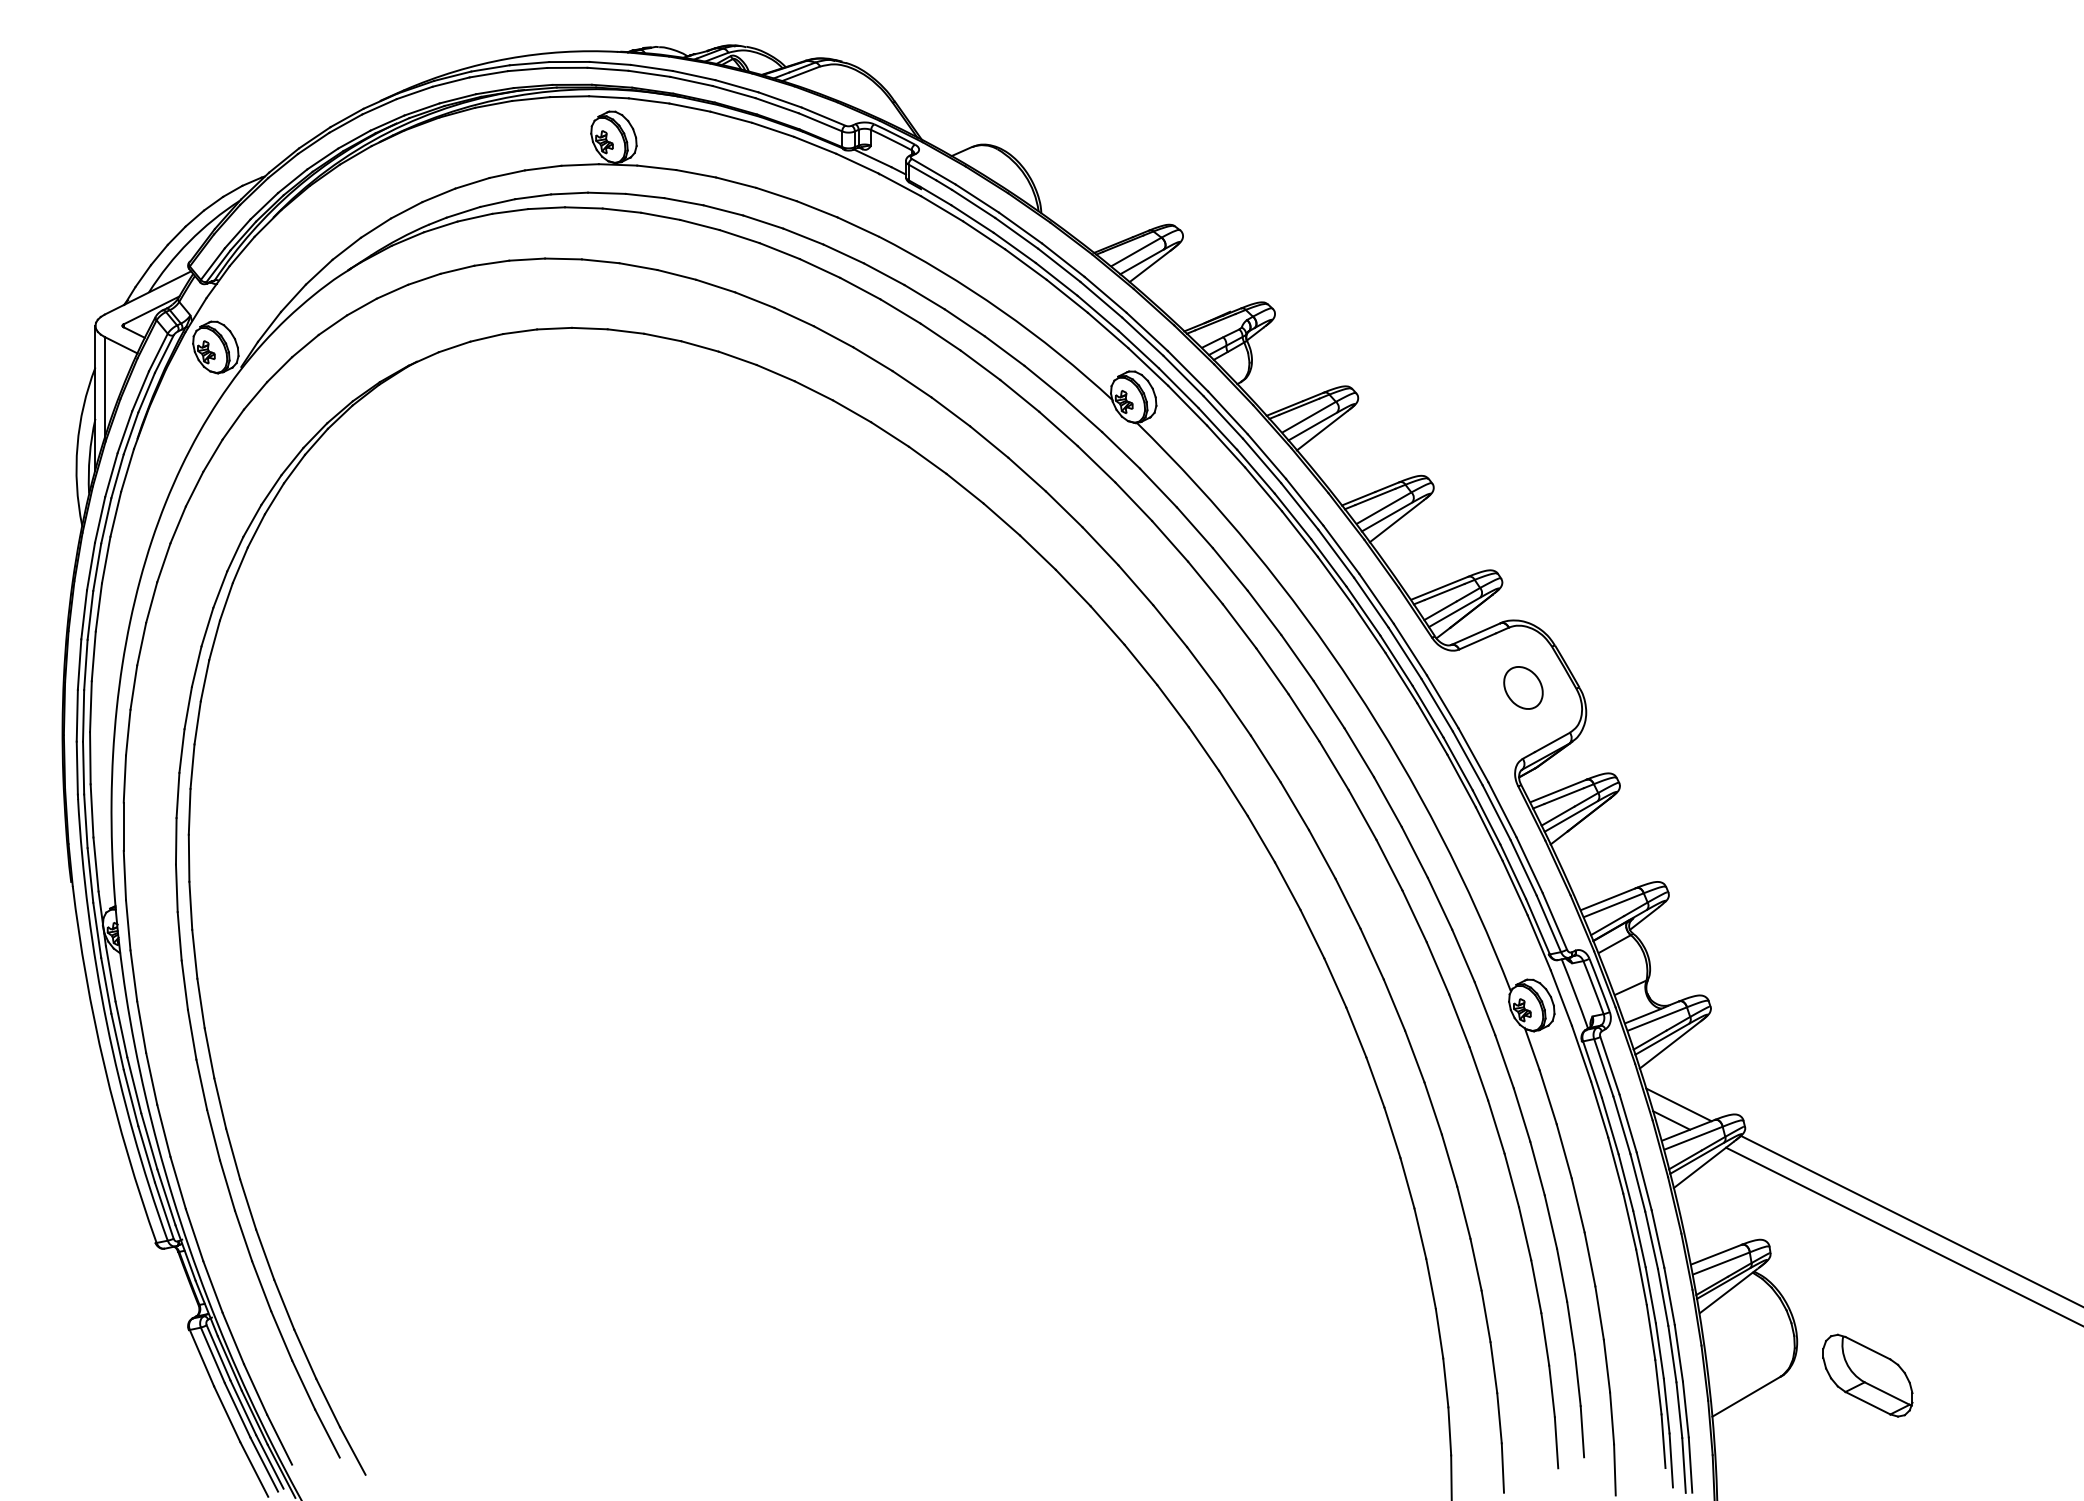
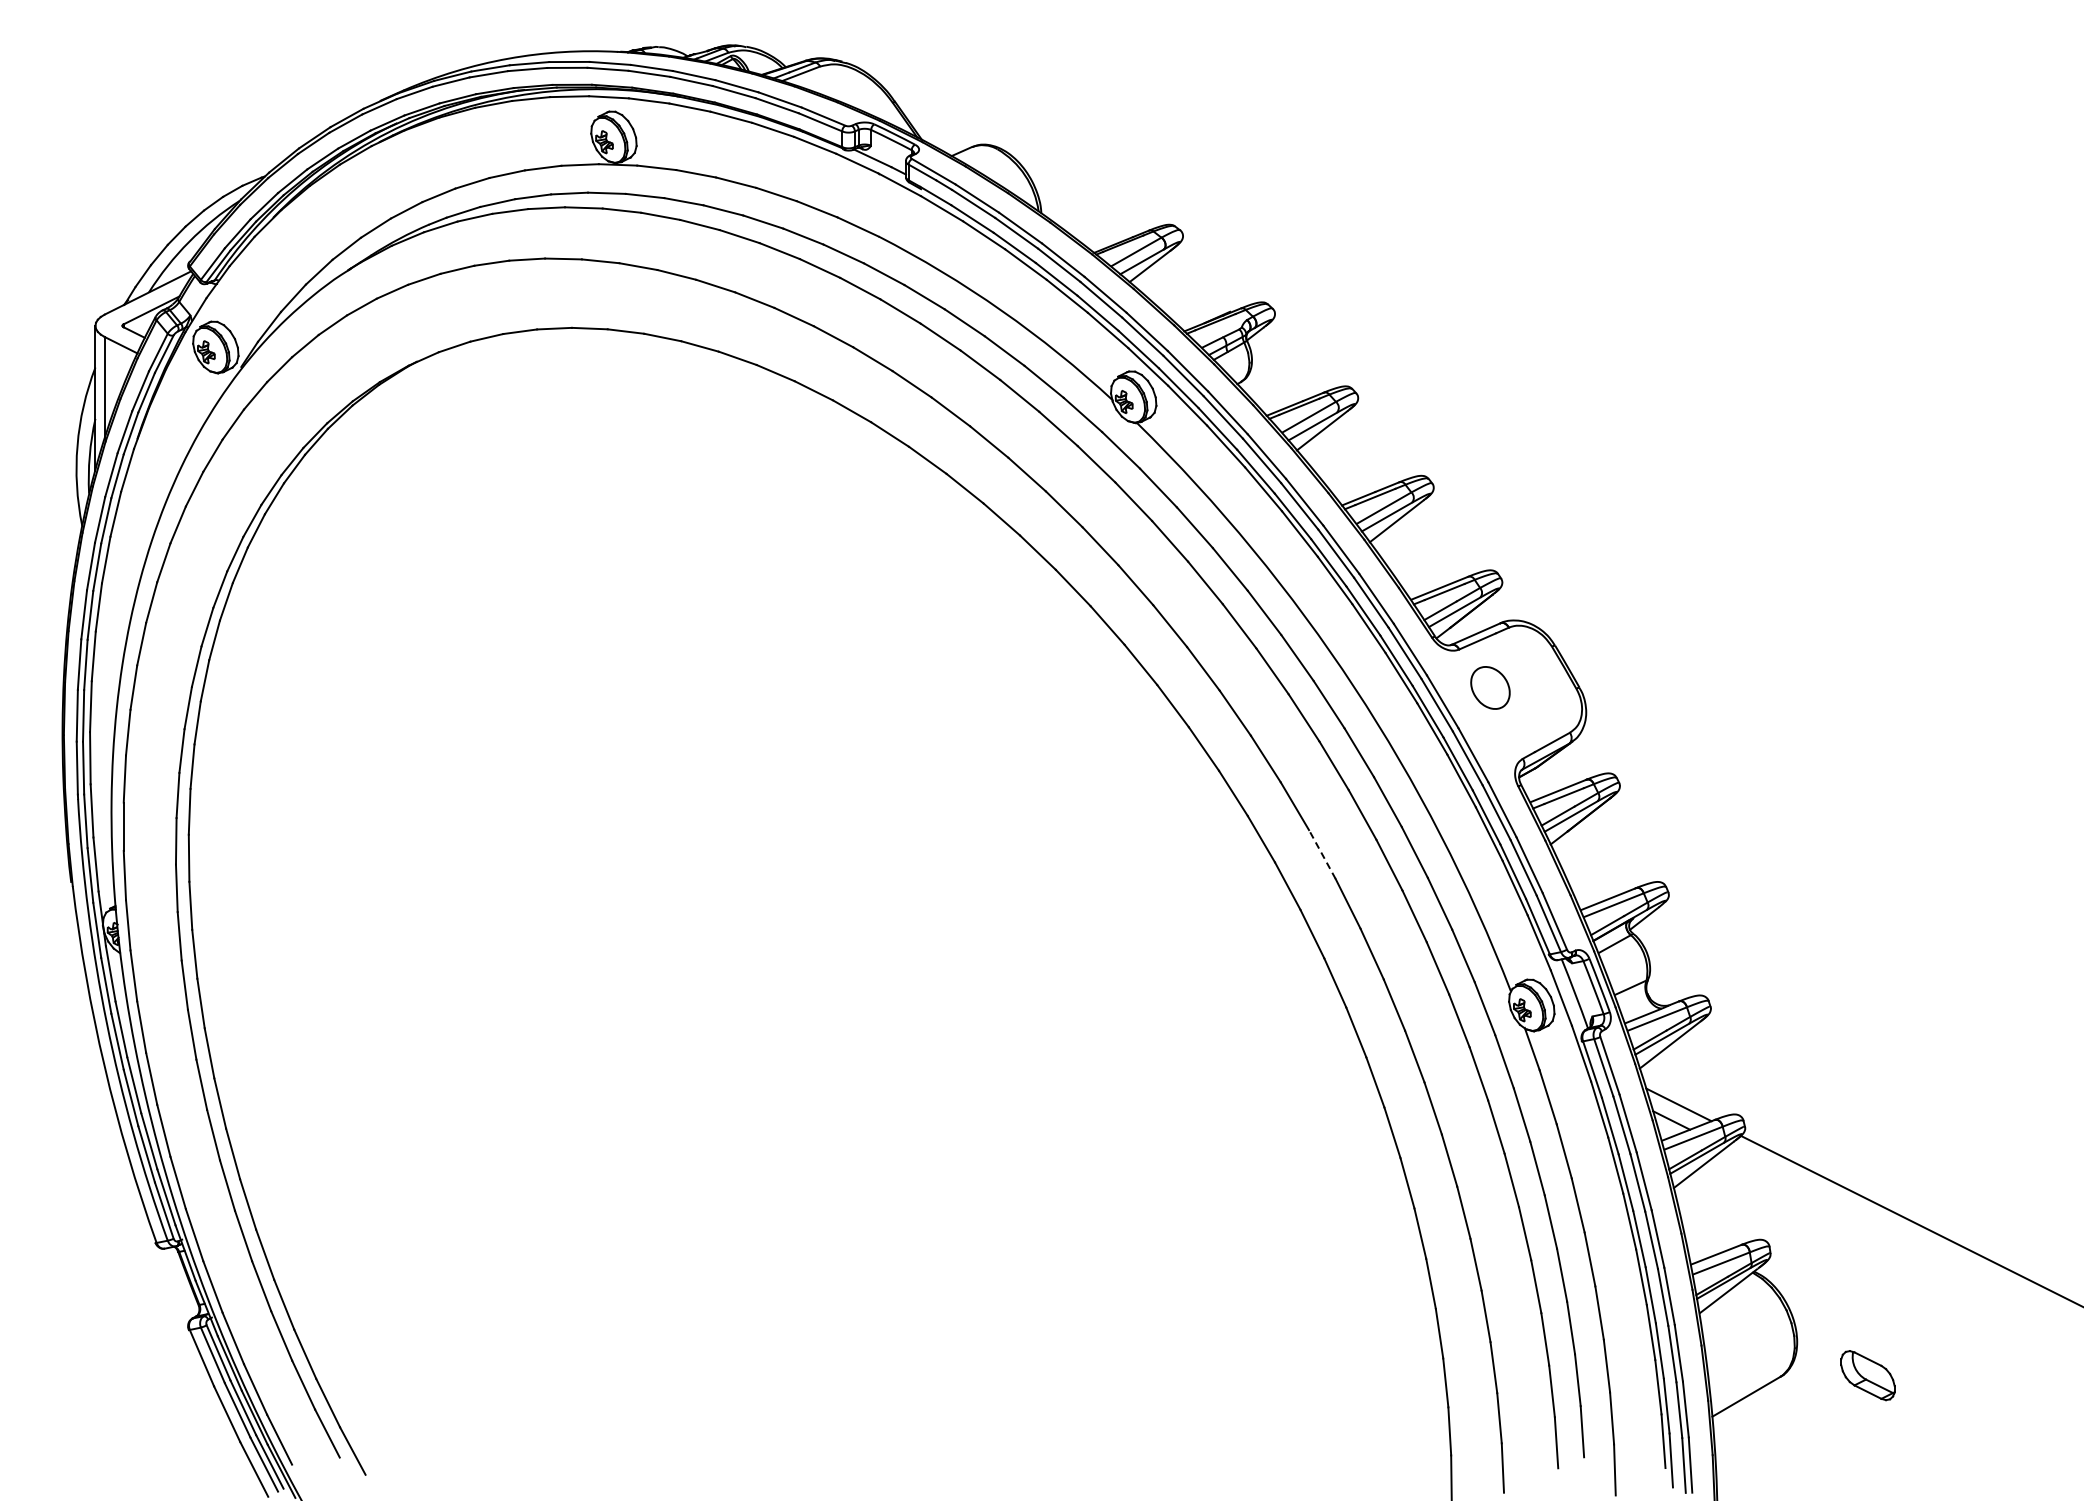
part at (1523, 687) position: (1523, 687) -> (1490, 687)
line at (1322, 854): solid -> dashed
line at (1903, 1236): present -> none
part at (1867, 1375) size: 92x85 px -> 56x52 px
